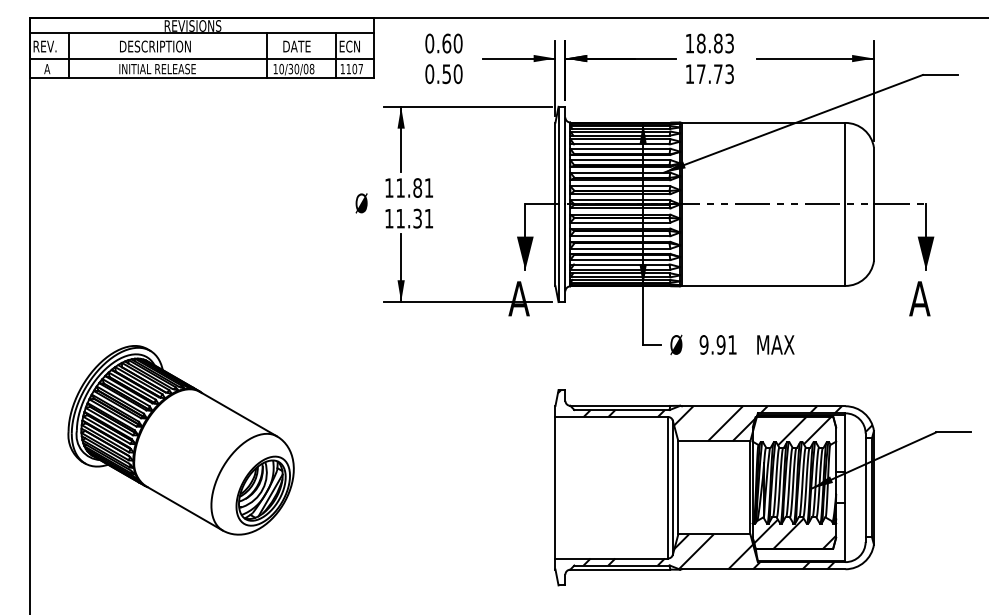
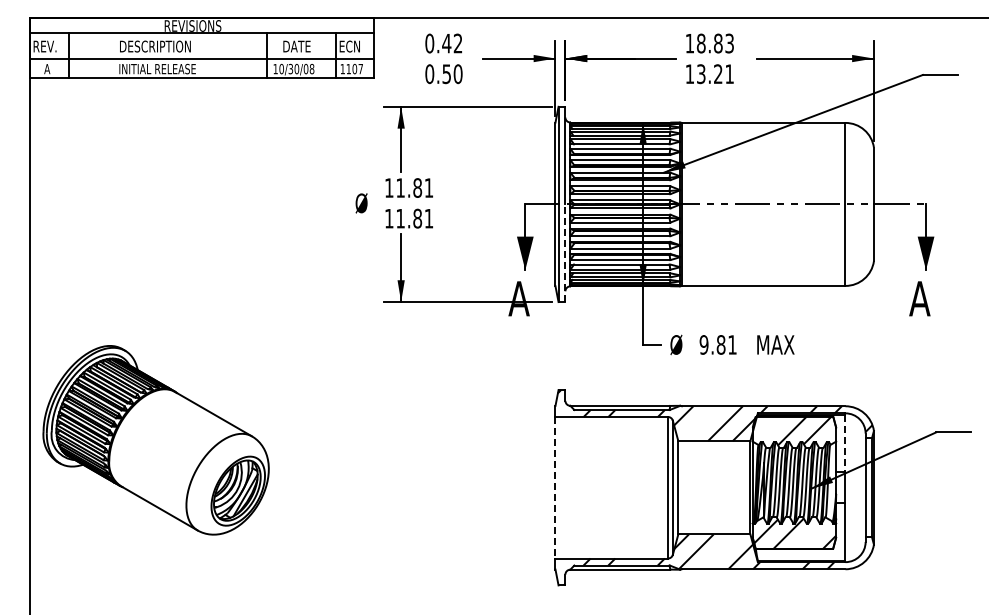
text at (452, 43): 0.60 -> 0.42
text at (715, 74): 17.73 -> 13.21
text at (417, 218): 11.31 -> 11.81
line at (565, 253): solid -> dashed
text at (720, 344): 9.91 -> 9.81
part at (180, 440) position: (180, 440) -> (155, 440)
line at (845, 443): solid -> dashed
line at (555, 487): solid -> dashed
